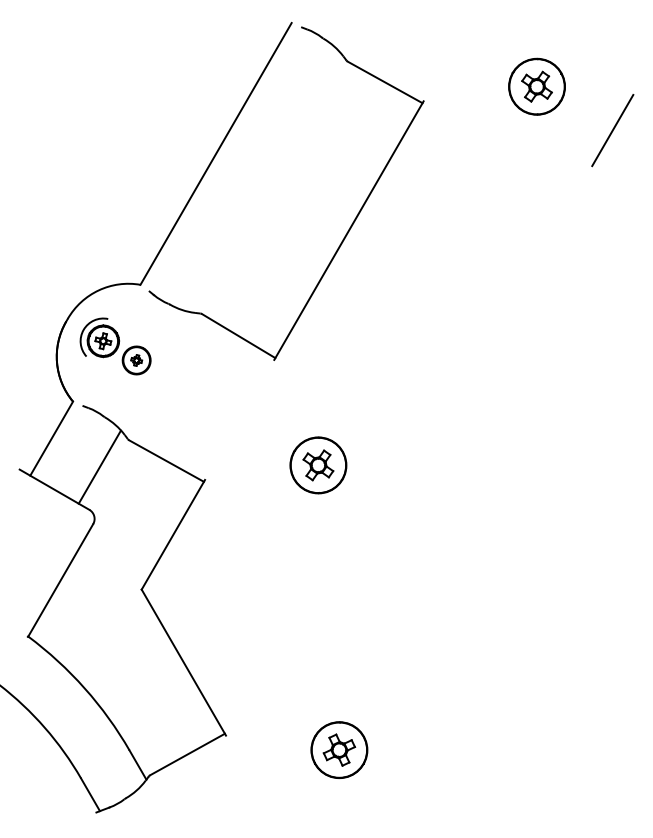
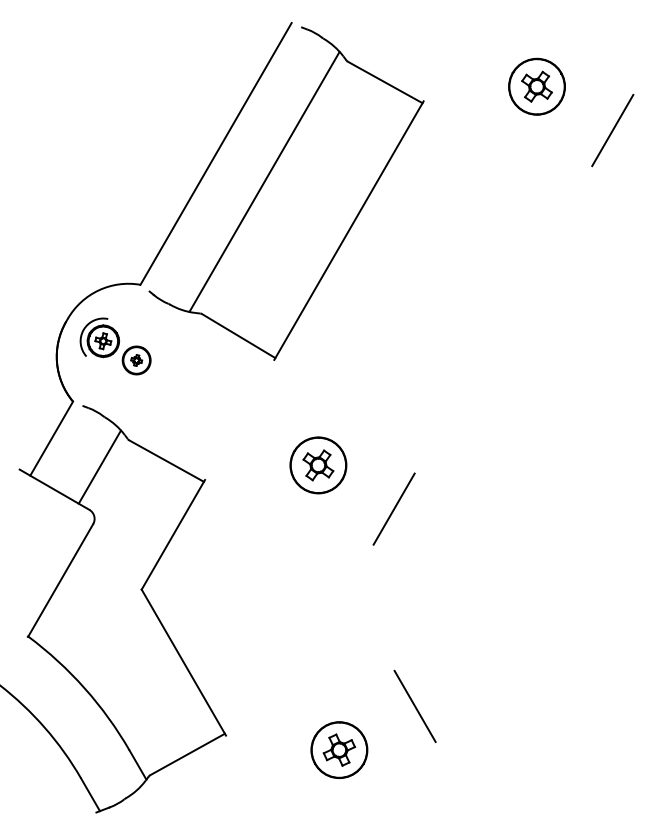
line at (264, 181): none -> present
line at (393, 508): none -> present
line at (414, 705): none -> present
